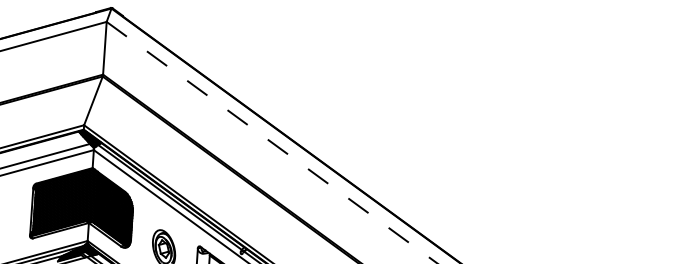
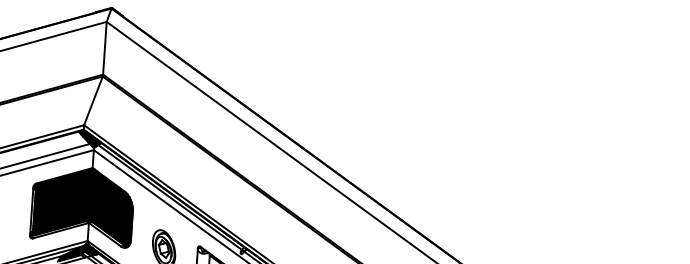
line at (272, 142): dashed -> solid
